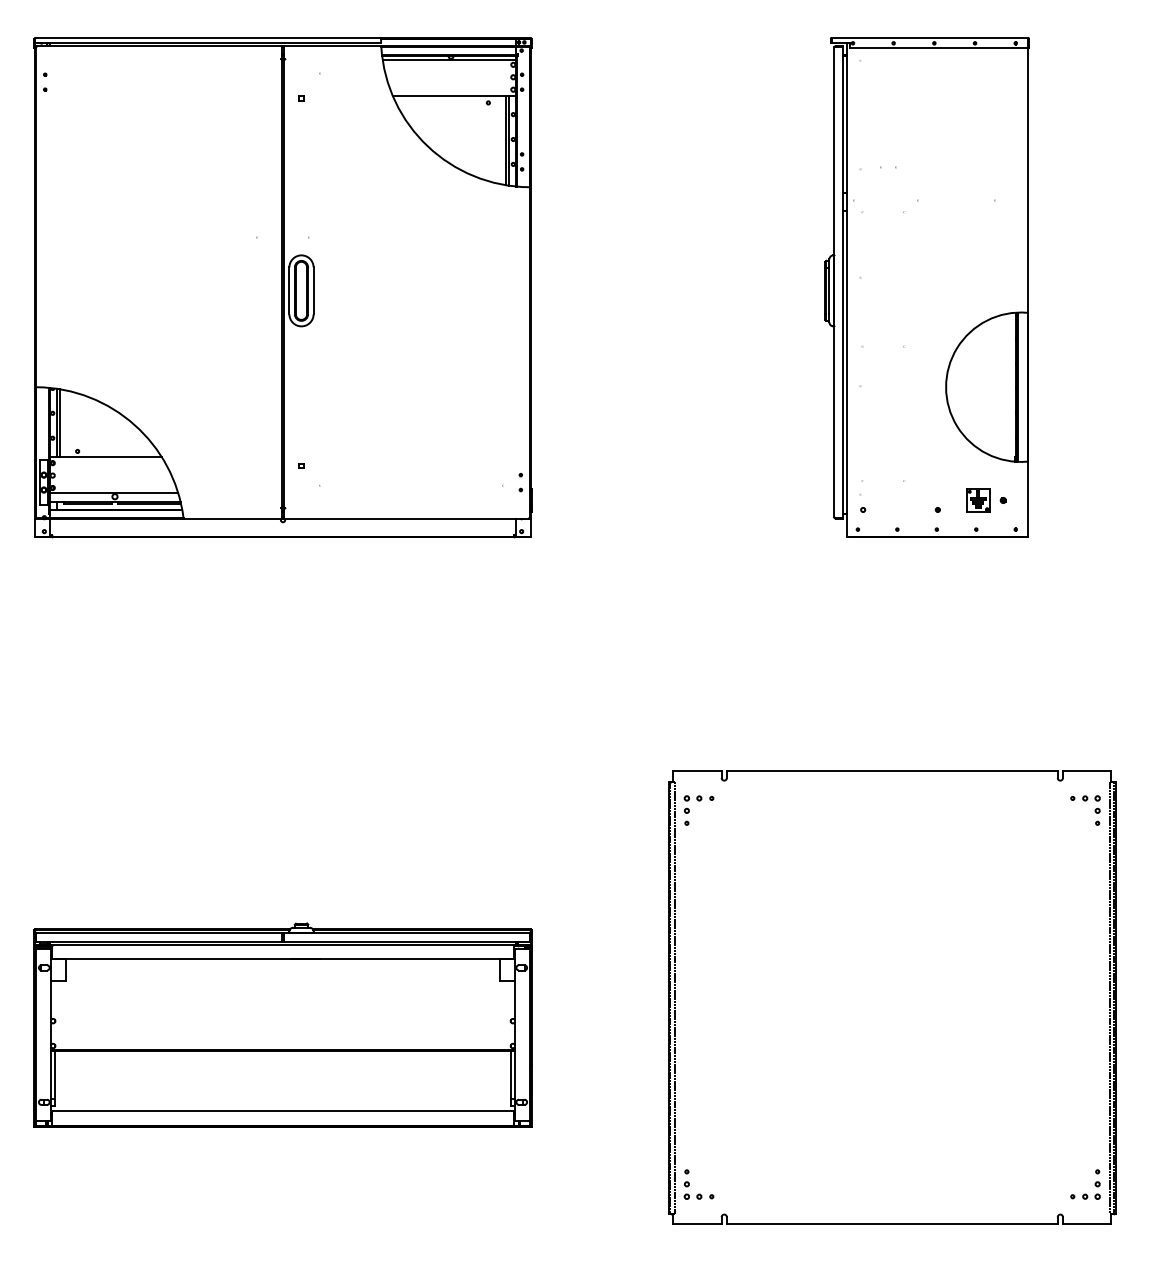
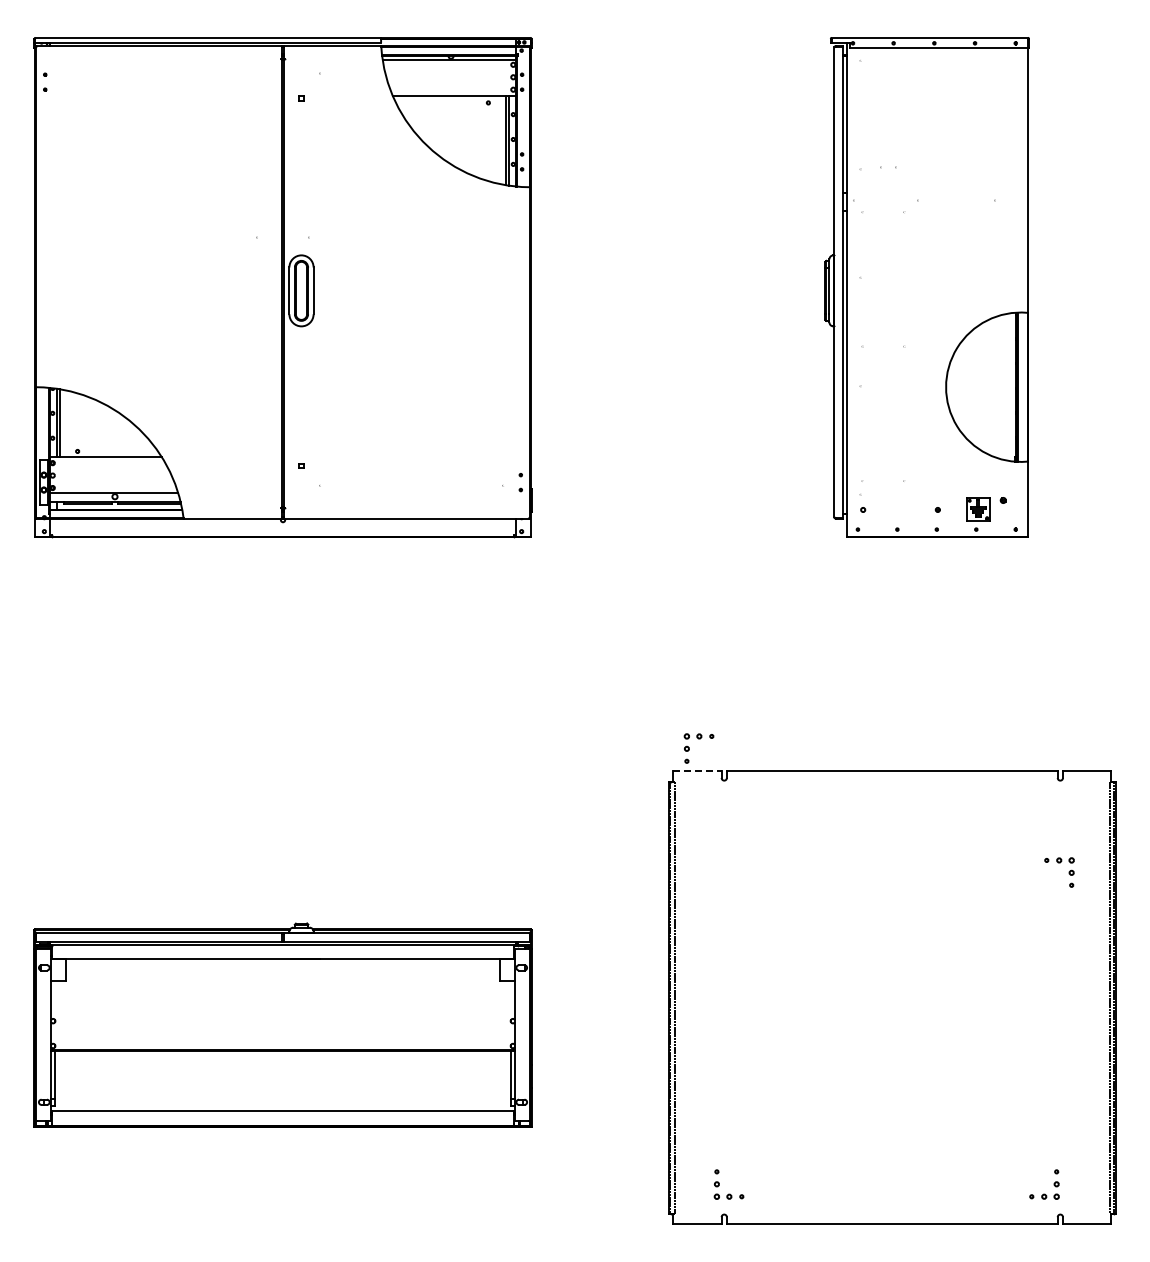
part at (978, 500) position: (978, 500) -> (978, 509)
line at (697, 771): solid -> dashed
part at (698, 801) position: (698, 801) -> (698, 739)
part at (1085, 801) position: (1085, 801) -> (1059, 863)
part at (689, 1184) position: (689, 1184) -> (719, 1184)
part at (1094, 1184) position: (1094, 1184) -> (1053, 1184)
